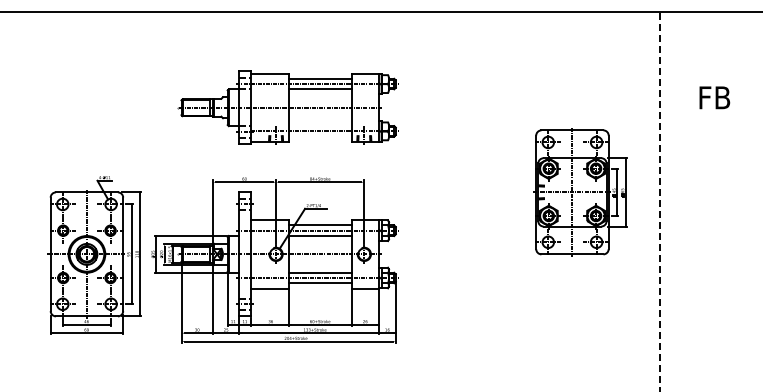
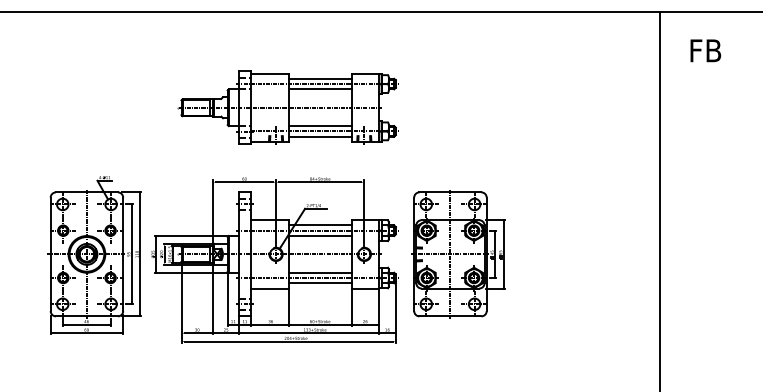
text at (714, 97) position: (714, 97) -> (705, 50)
line at (319, 126): none -> present
line at (319, 136): none -> present
part at (580, 192) position: (580, 192) -> (458, 254)
line at (660, 201): dashed -> solid
